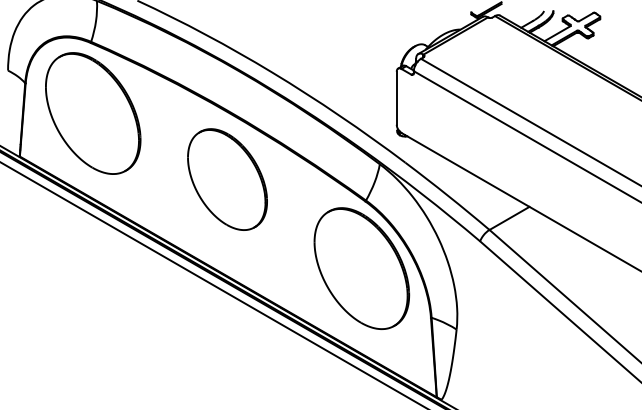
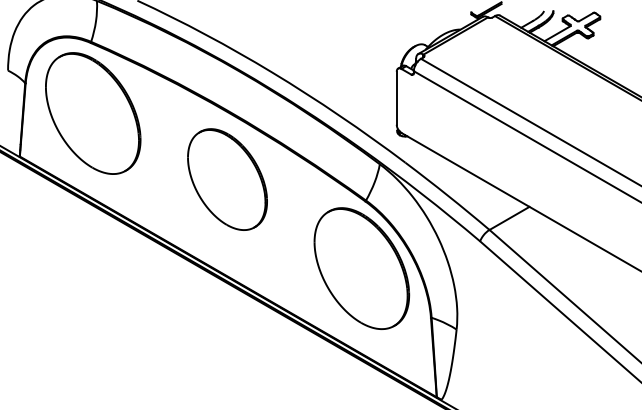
line at (213, 284): present -> none
